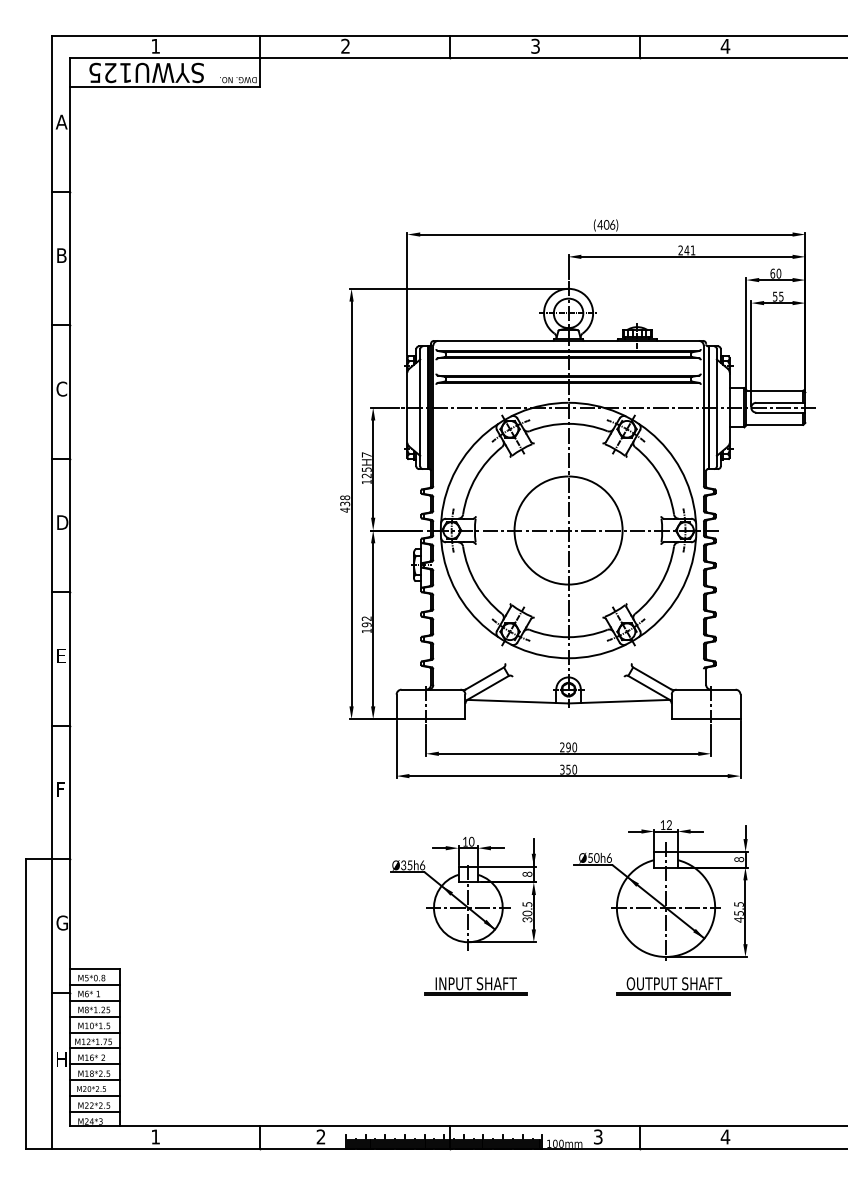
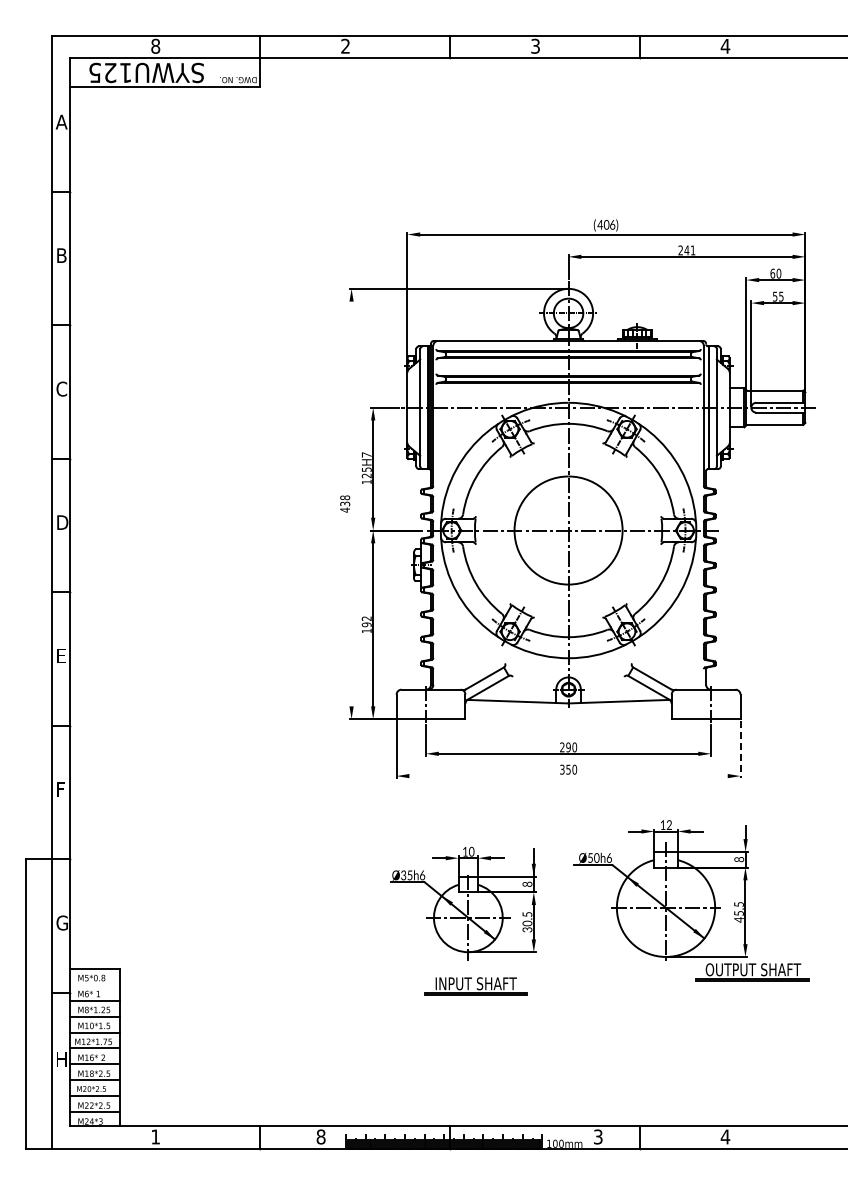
text at (155, 45): 1 -> 8
line at (351, 503): present -> none
line at (740, 750): solid -> dashed
line at (568, 776): present -> none
part at (463, 893) position: (463, 893) -> (463, 903)
line at (95, 984): present -> none
part at (673, 986) position: (673, 986) -> (752, 972)
text at (320, 1136): 2 -> 8
